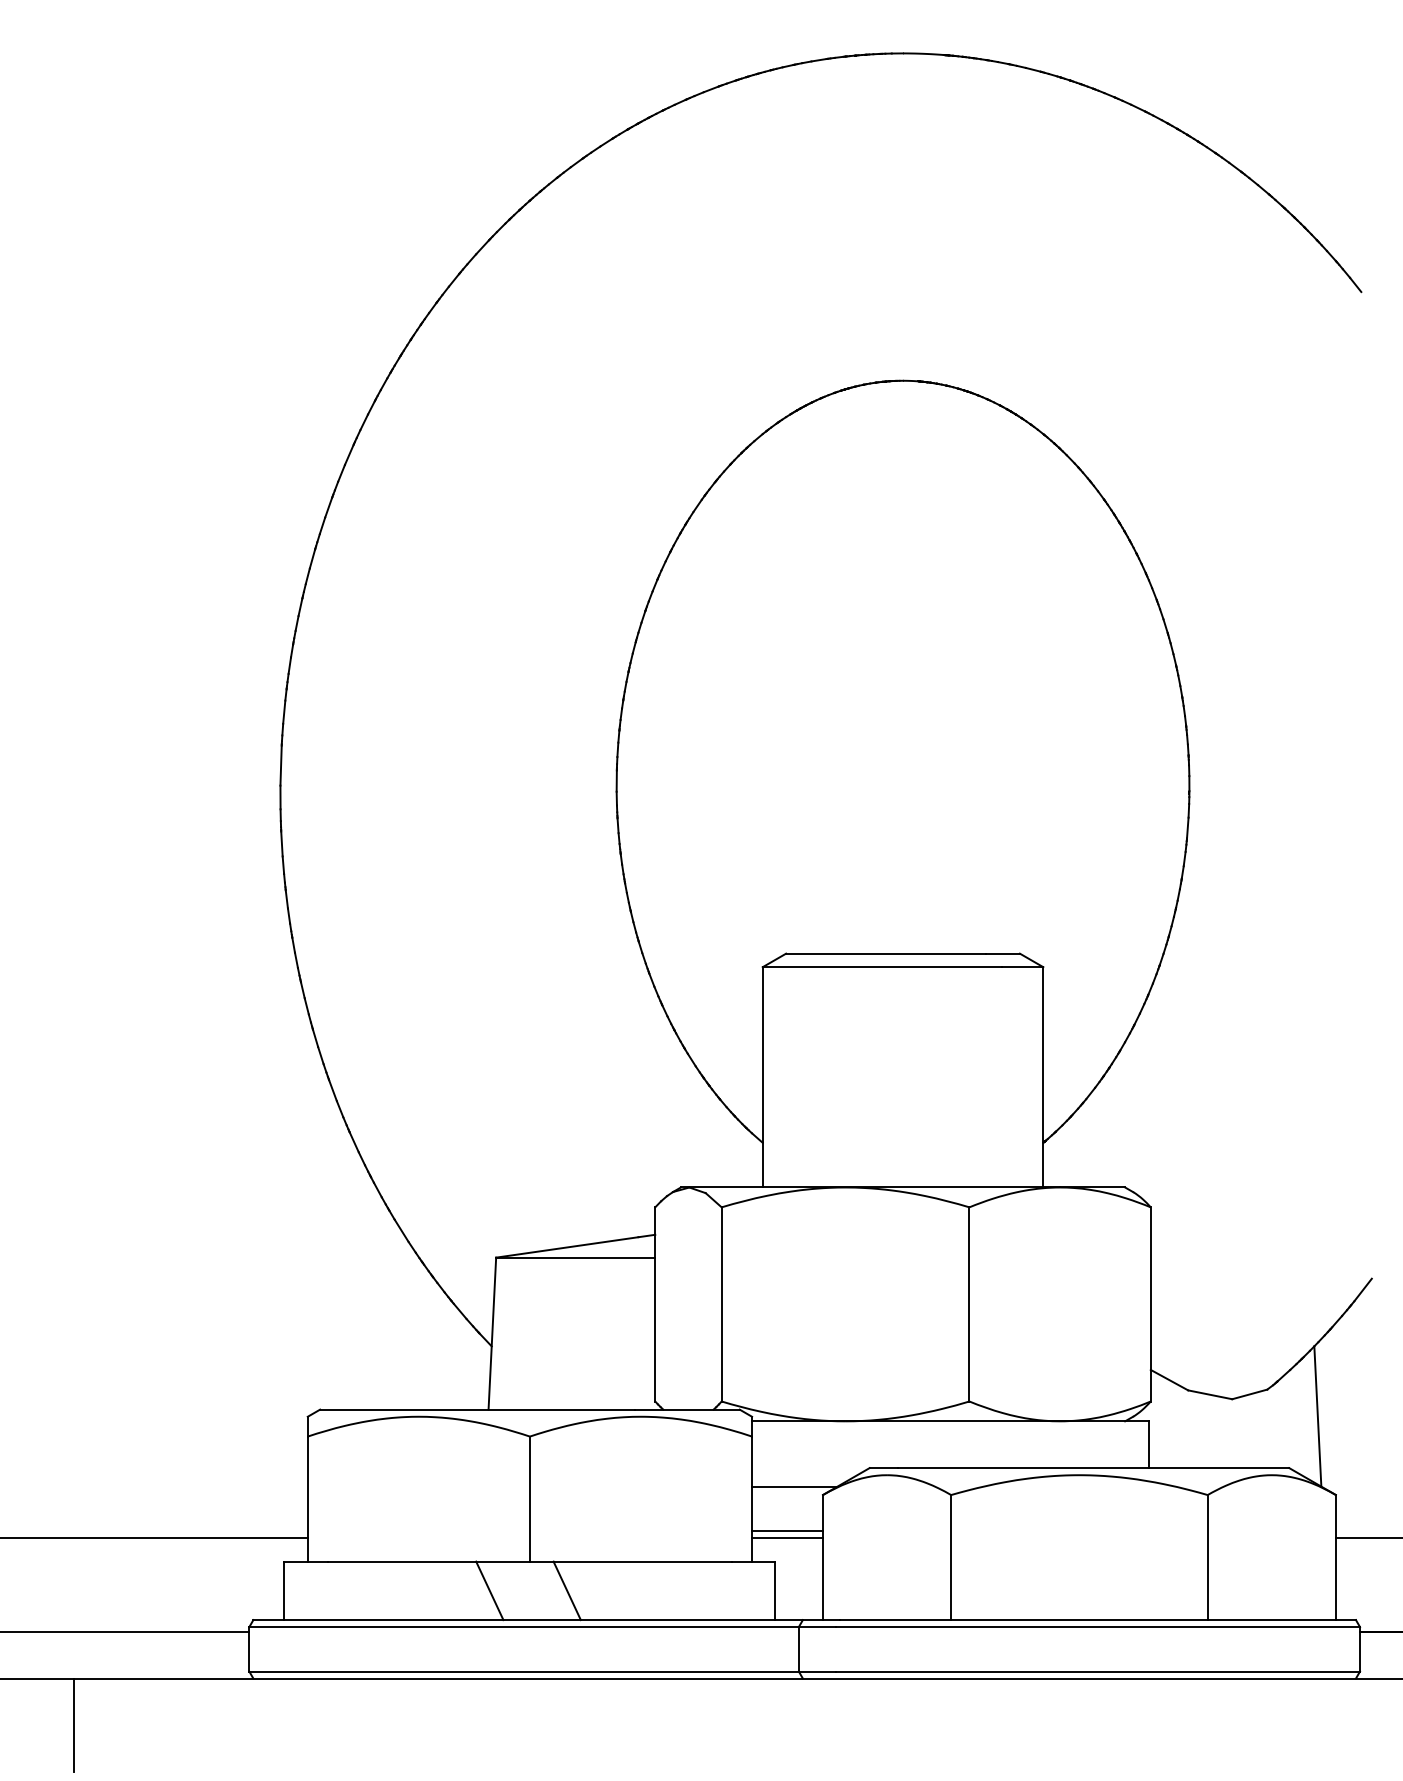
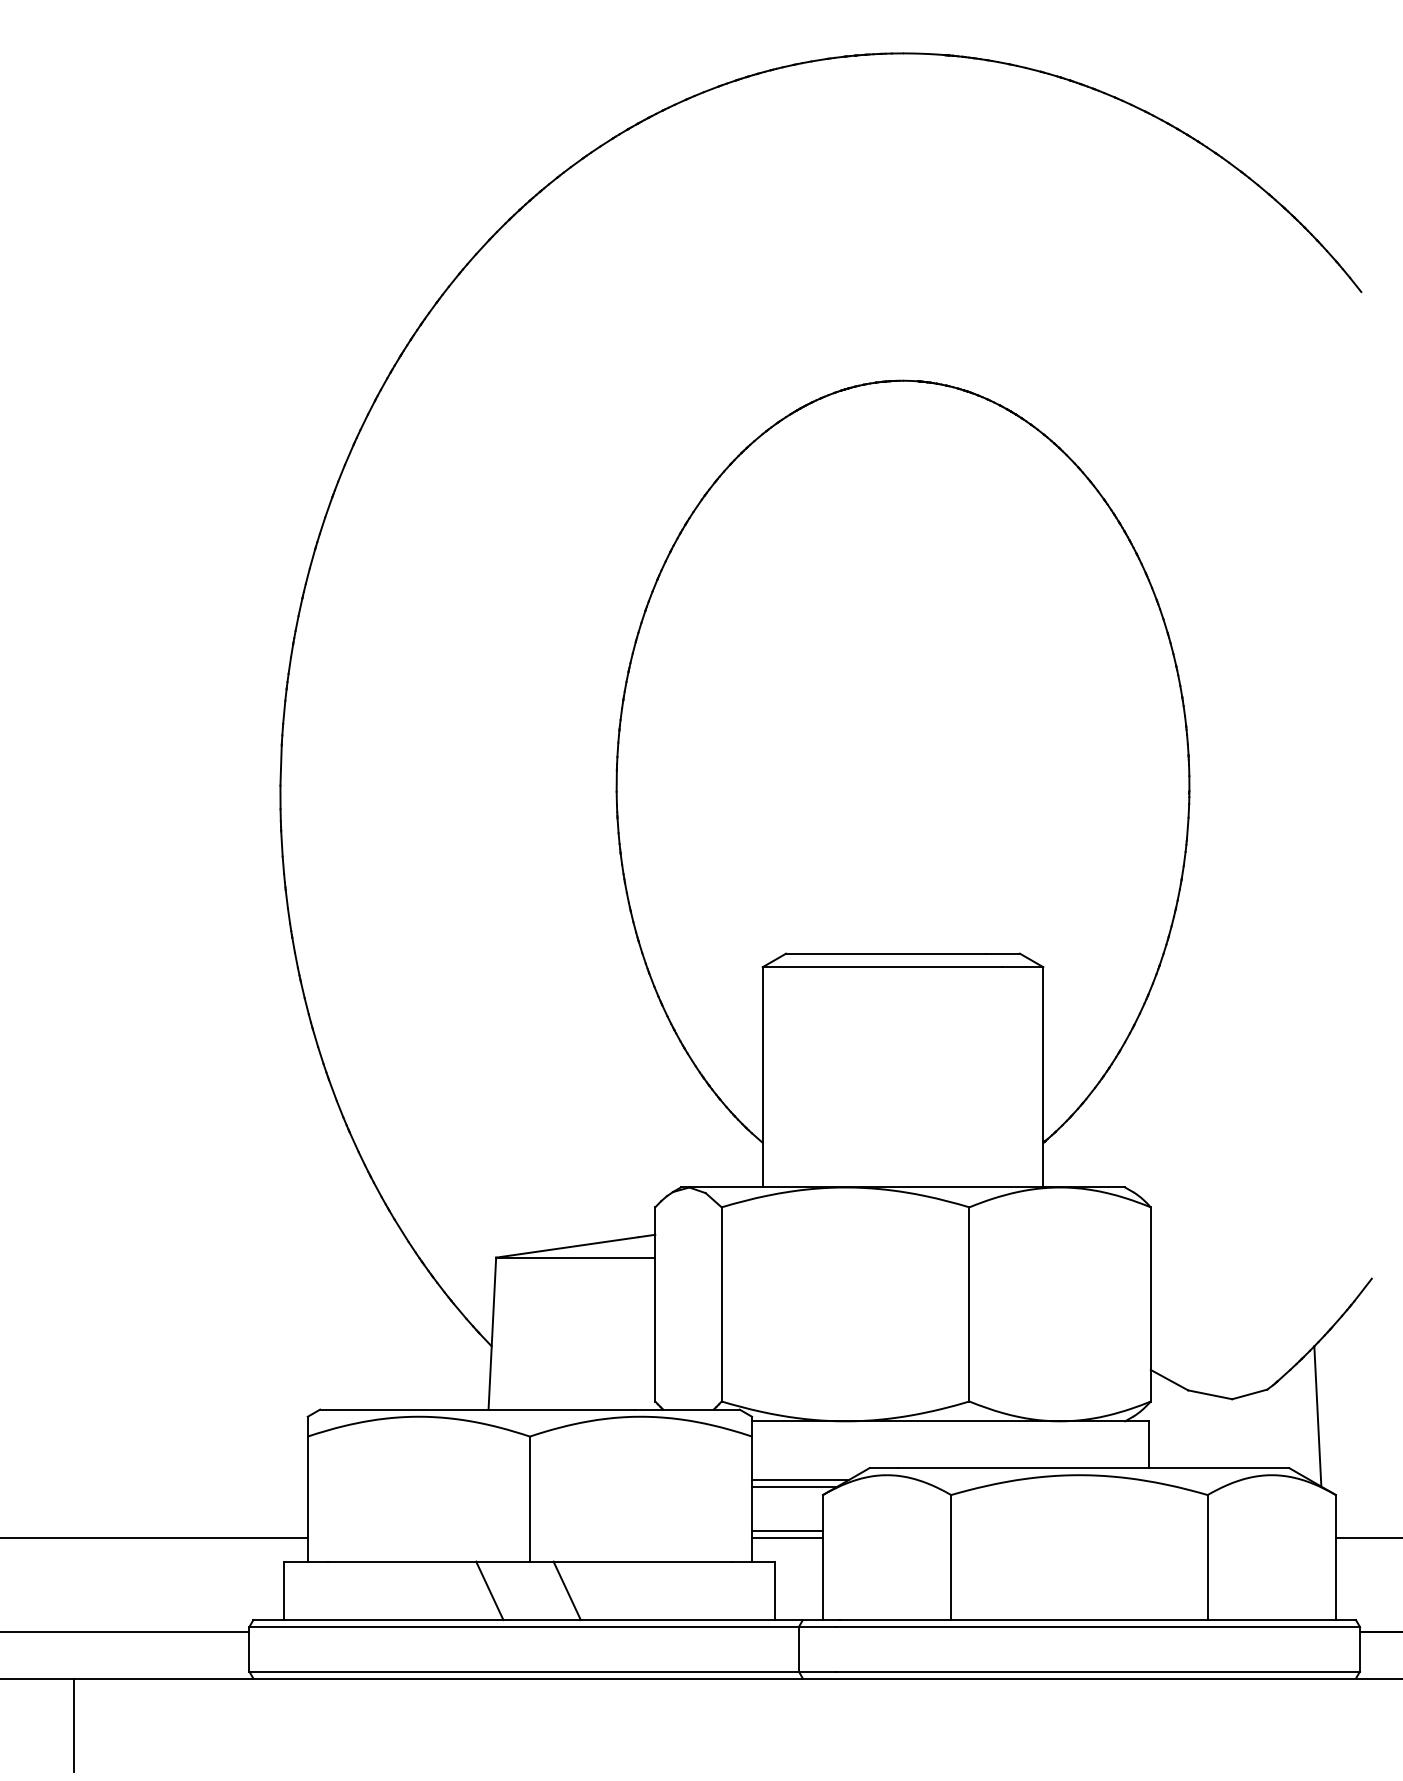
line at (800, 1479): none -> present
